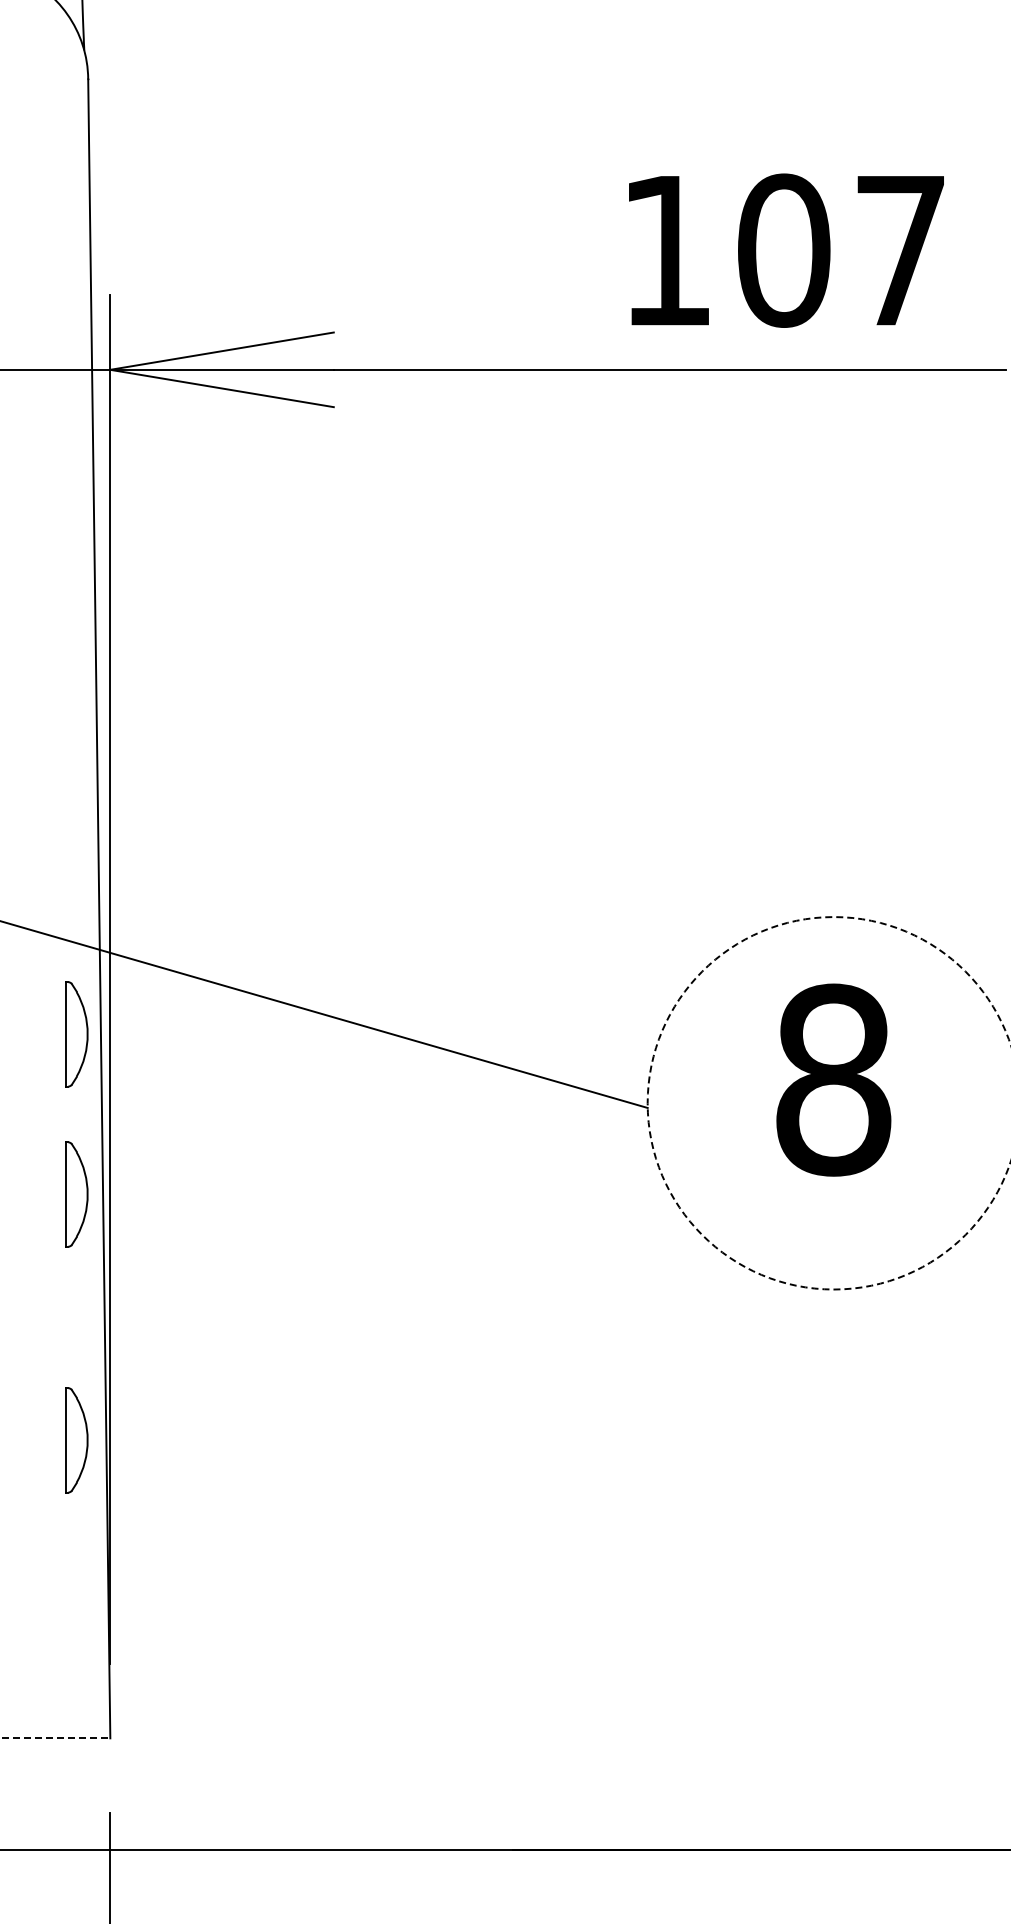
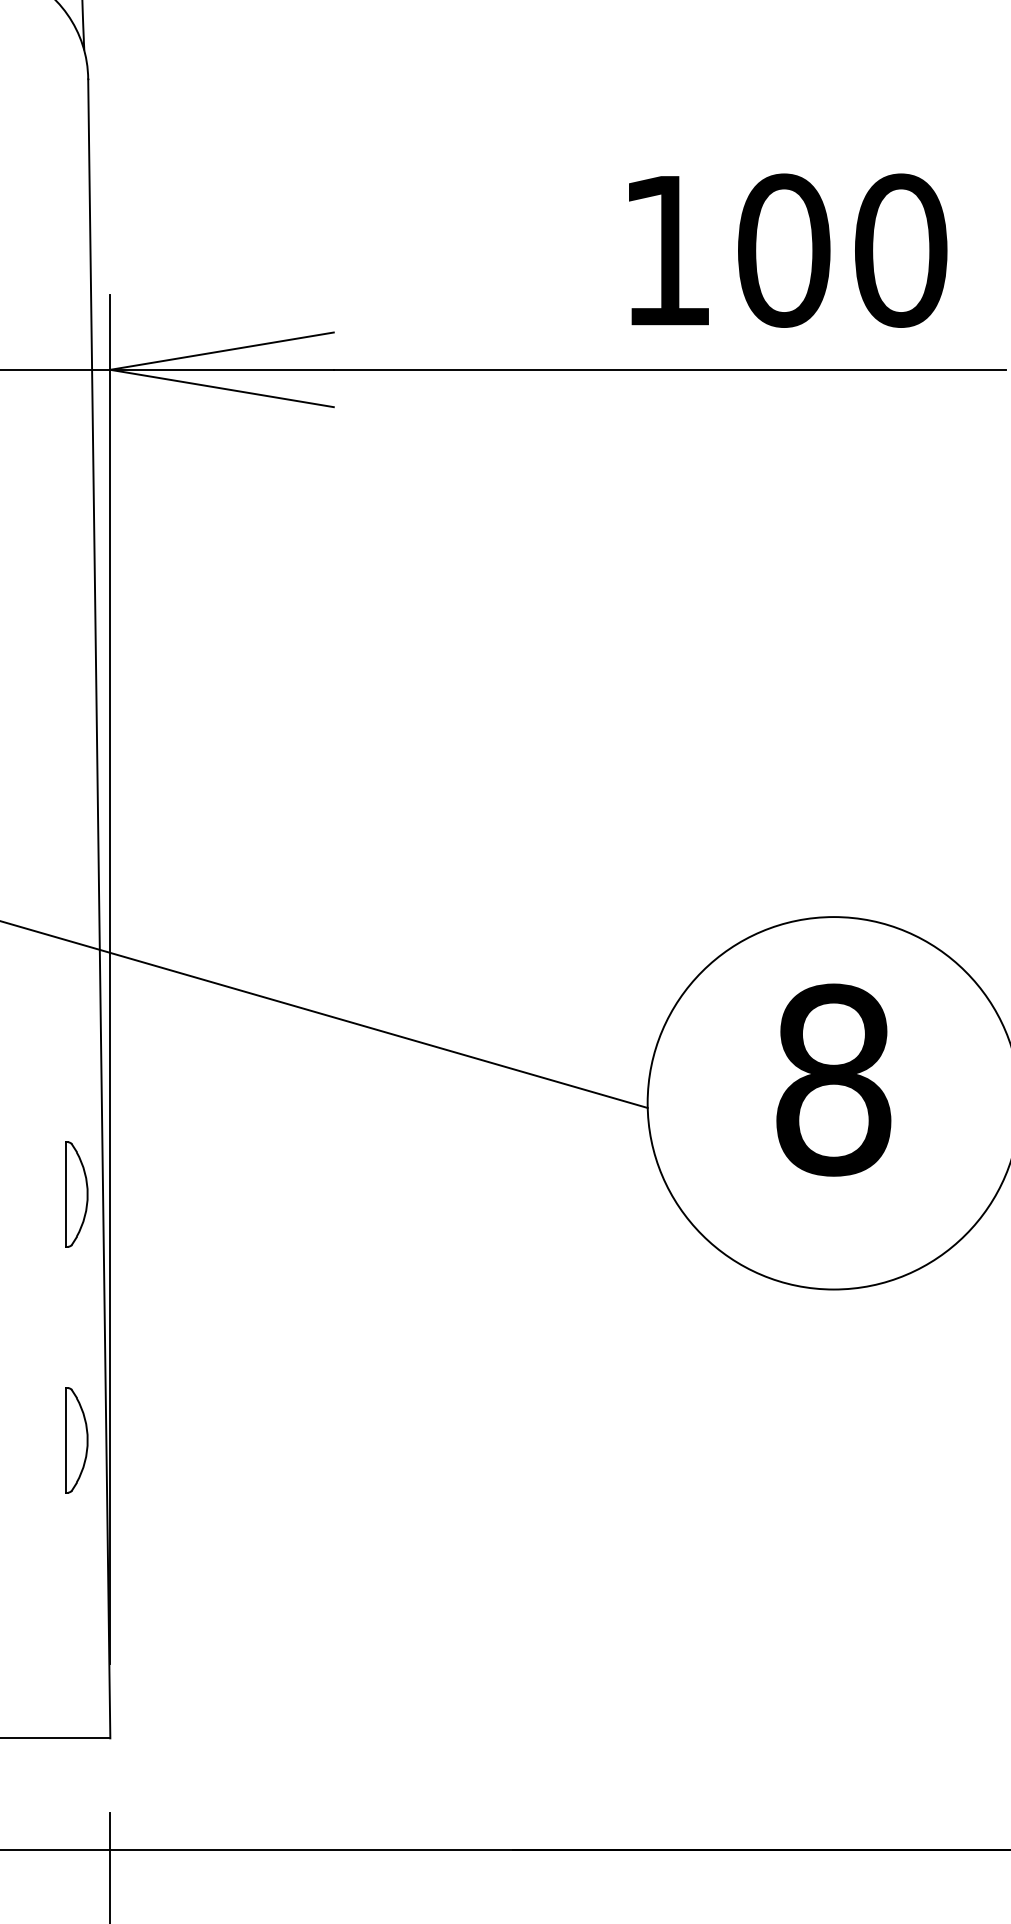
text at (901, 250): 107 -> 100
part at (76, 1034): present -> none
circle at (828, 1103): dashed -> solid
line at (55, 1738): dashed -> solid
